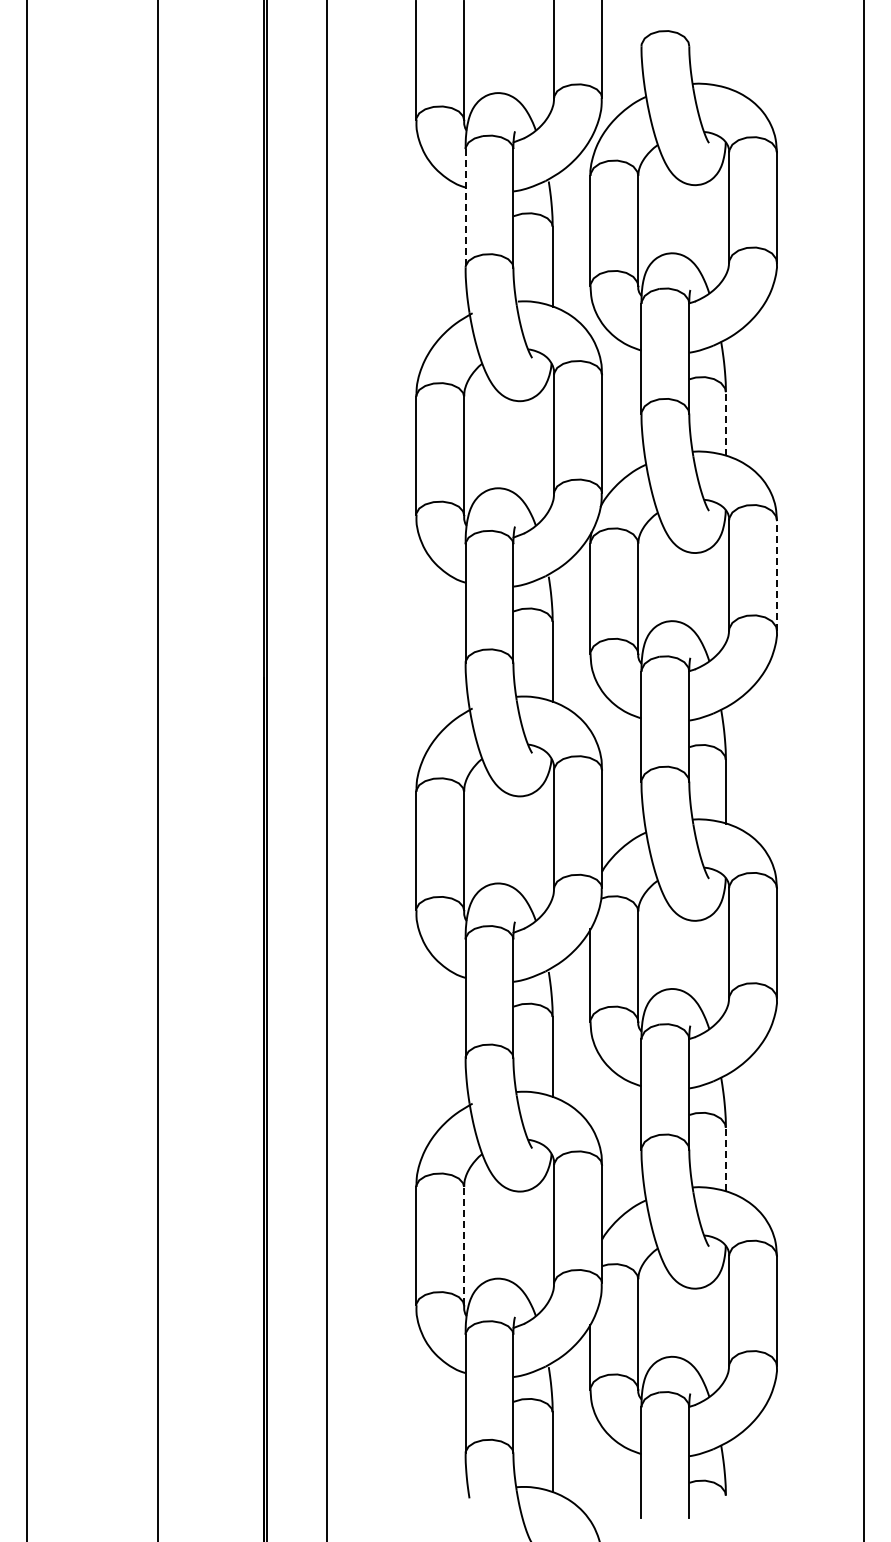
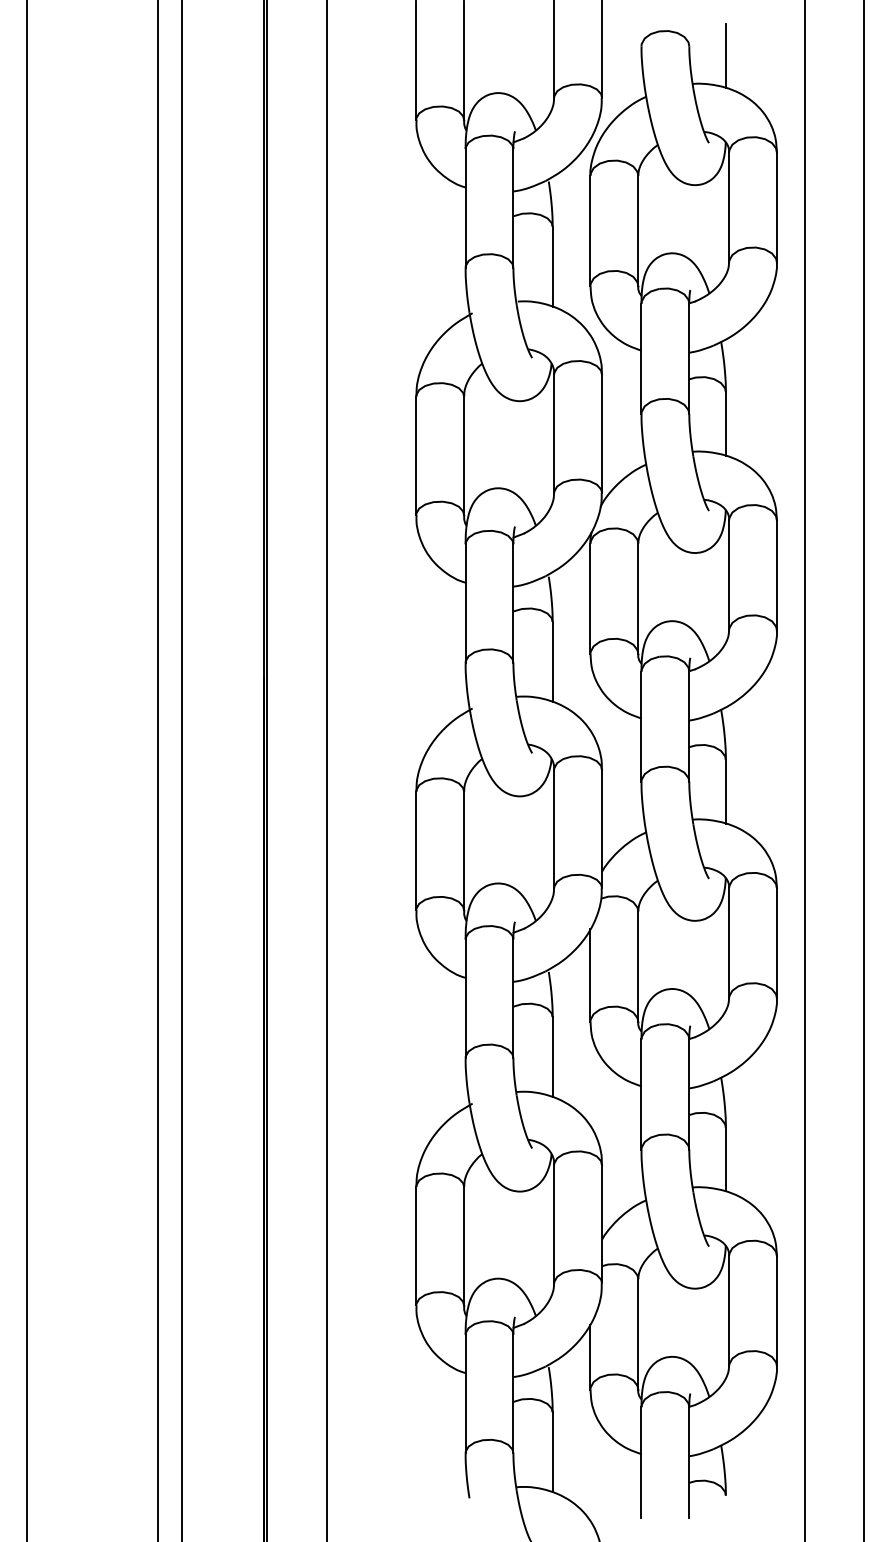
line at (725, 55): none -> present
line at (465, 208): dashed -> solid
line at (725, 423): dashed -> solid
line at (776, 574): dashed -> solid
line at (182, 770): none -> present
line at (804, 770): none -> present
line at (725, 1159): dashed -> solid
line at (464, 1245): dashed -> solid
